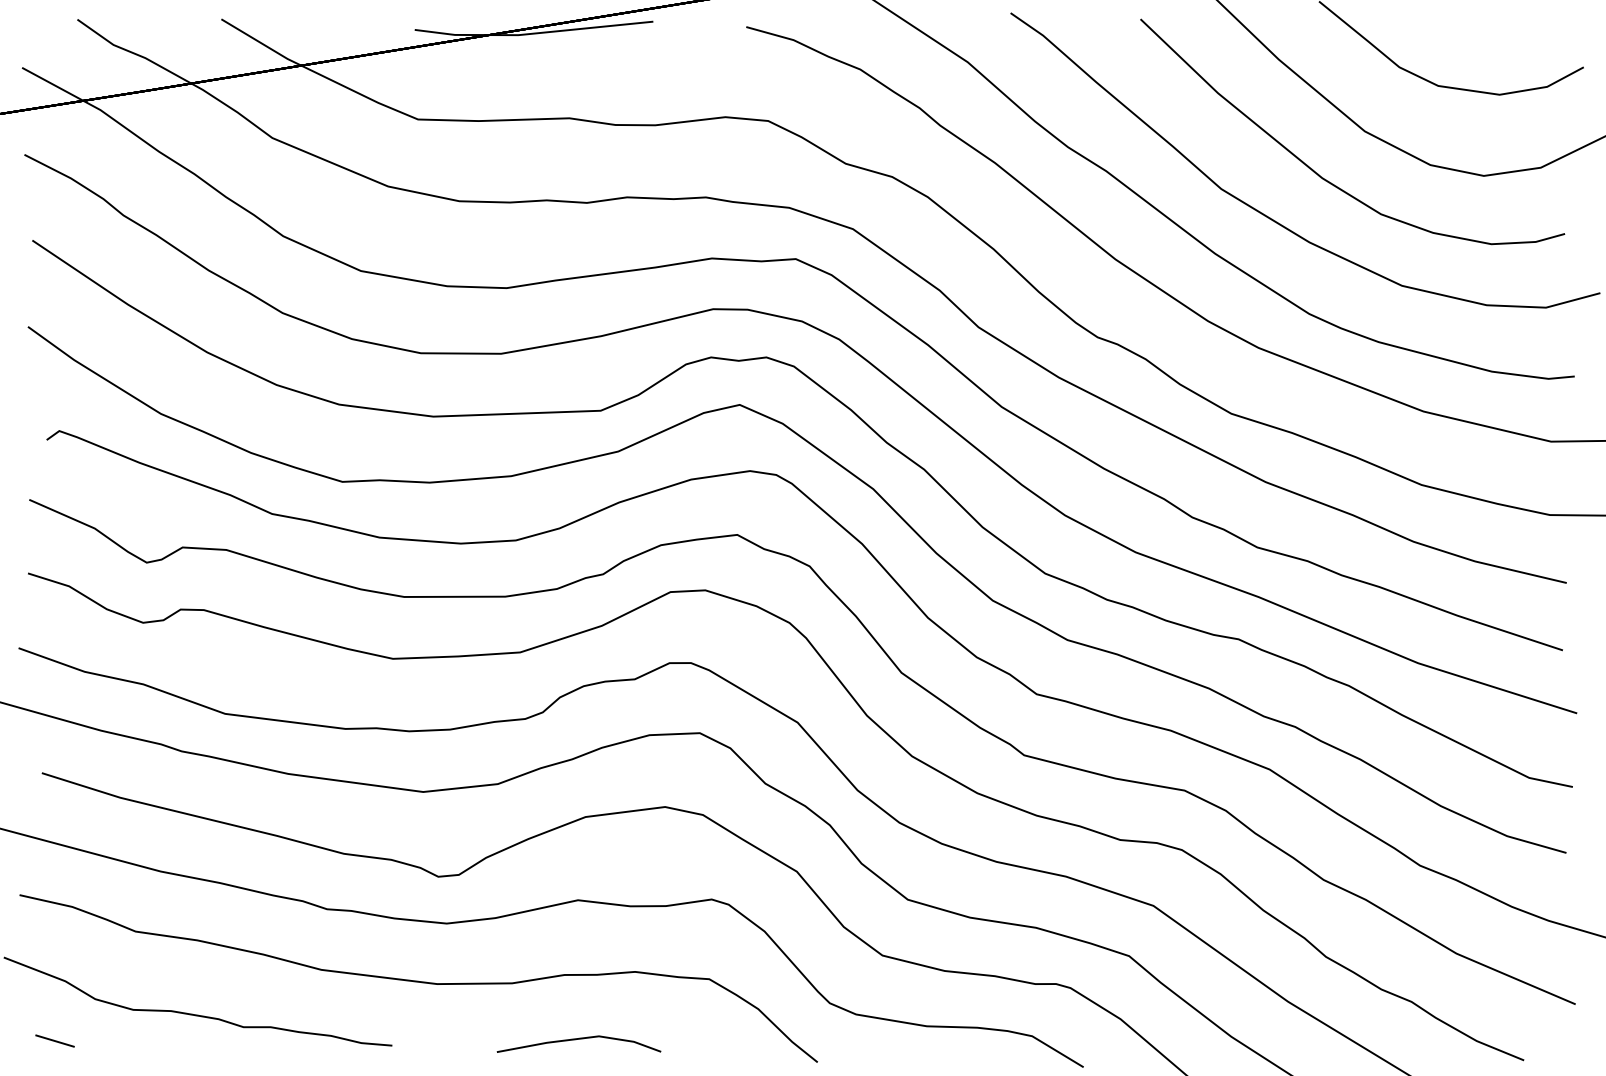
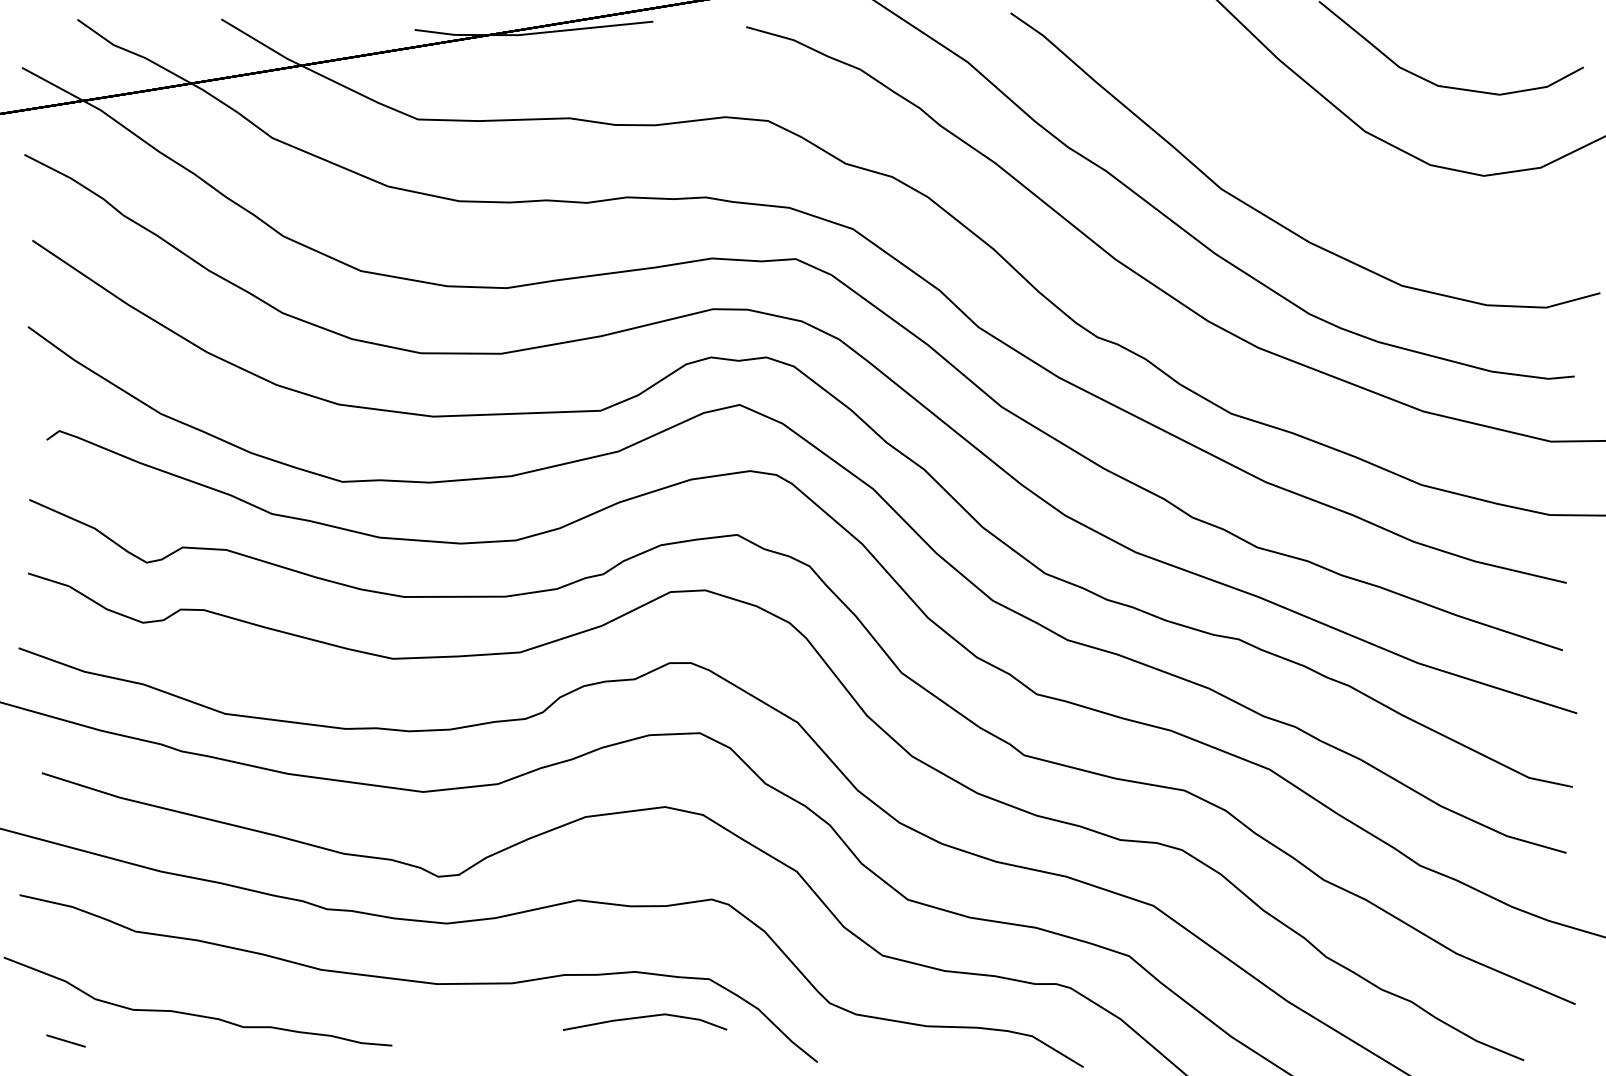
curve at (1318, 173): present -> none
line at (578, 1039) position: (578, 1039) -> (644, 1017)
line at (54, 1040) position: (54, 1040) -> (65, 1040)
